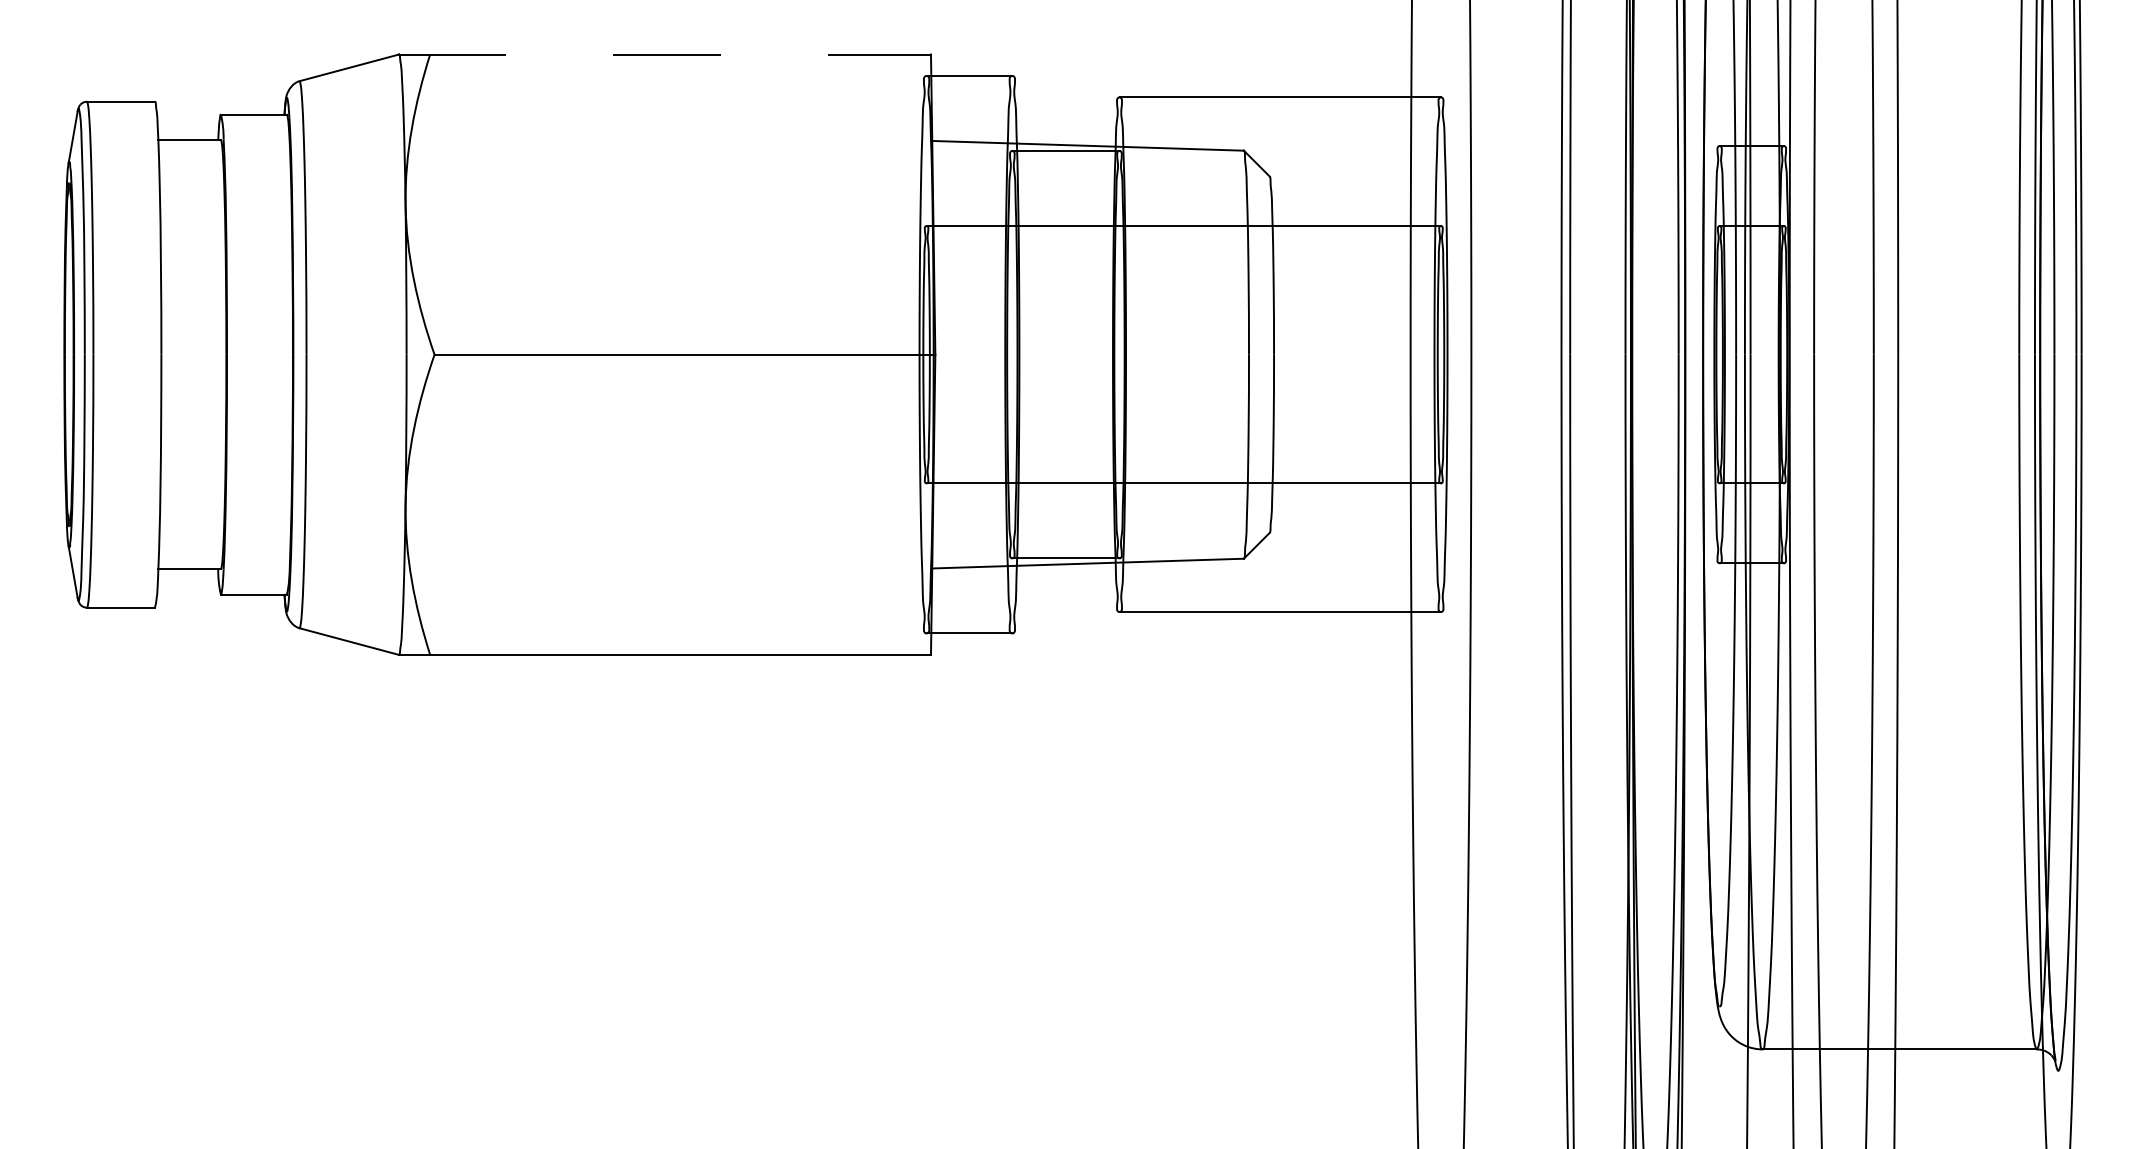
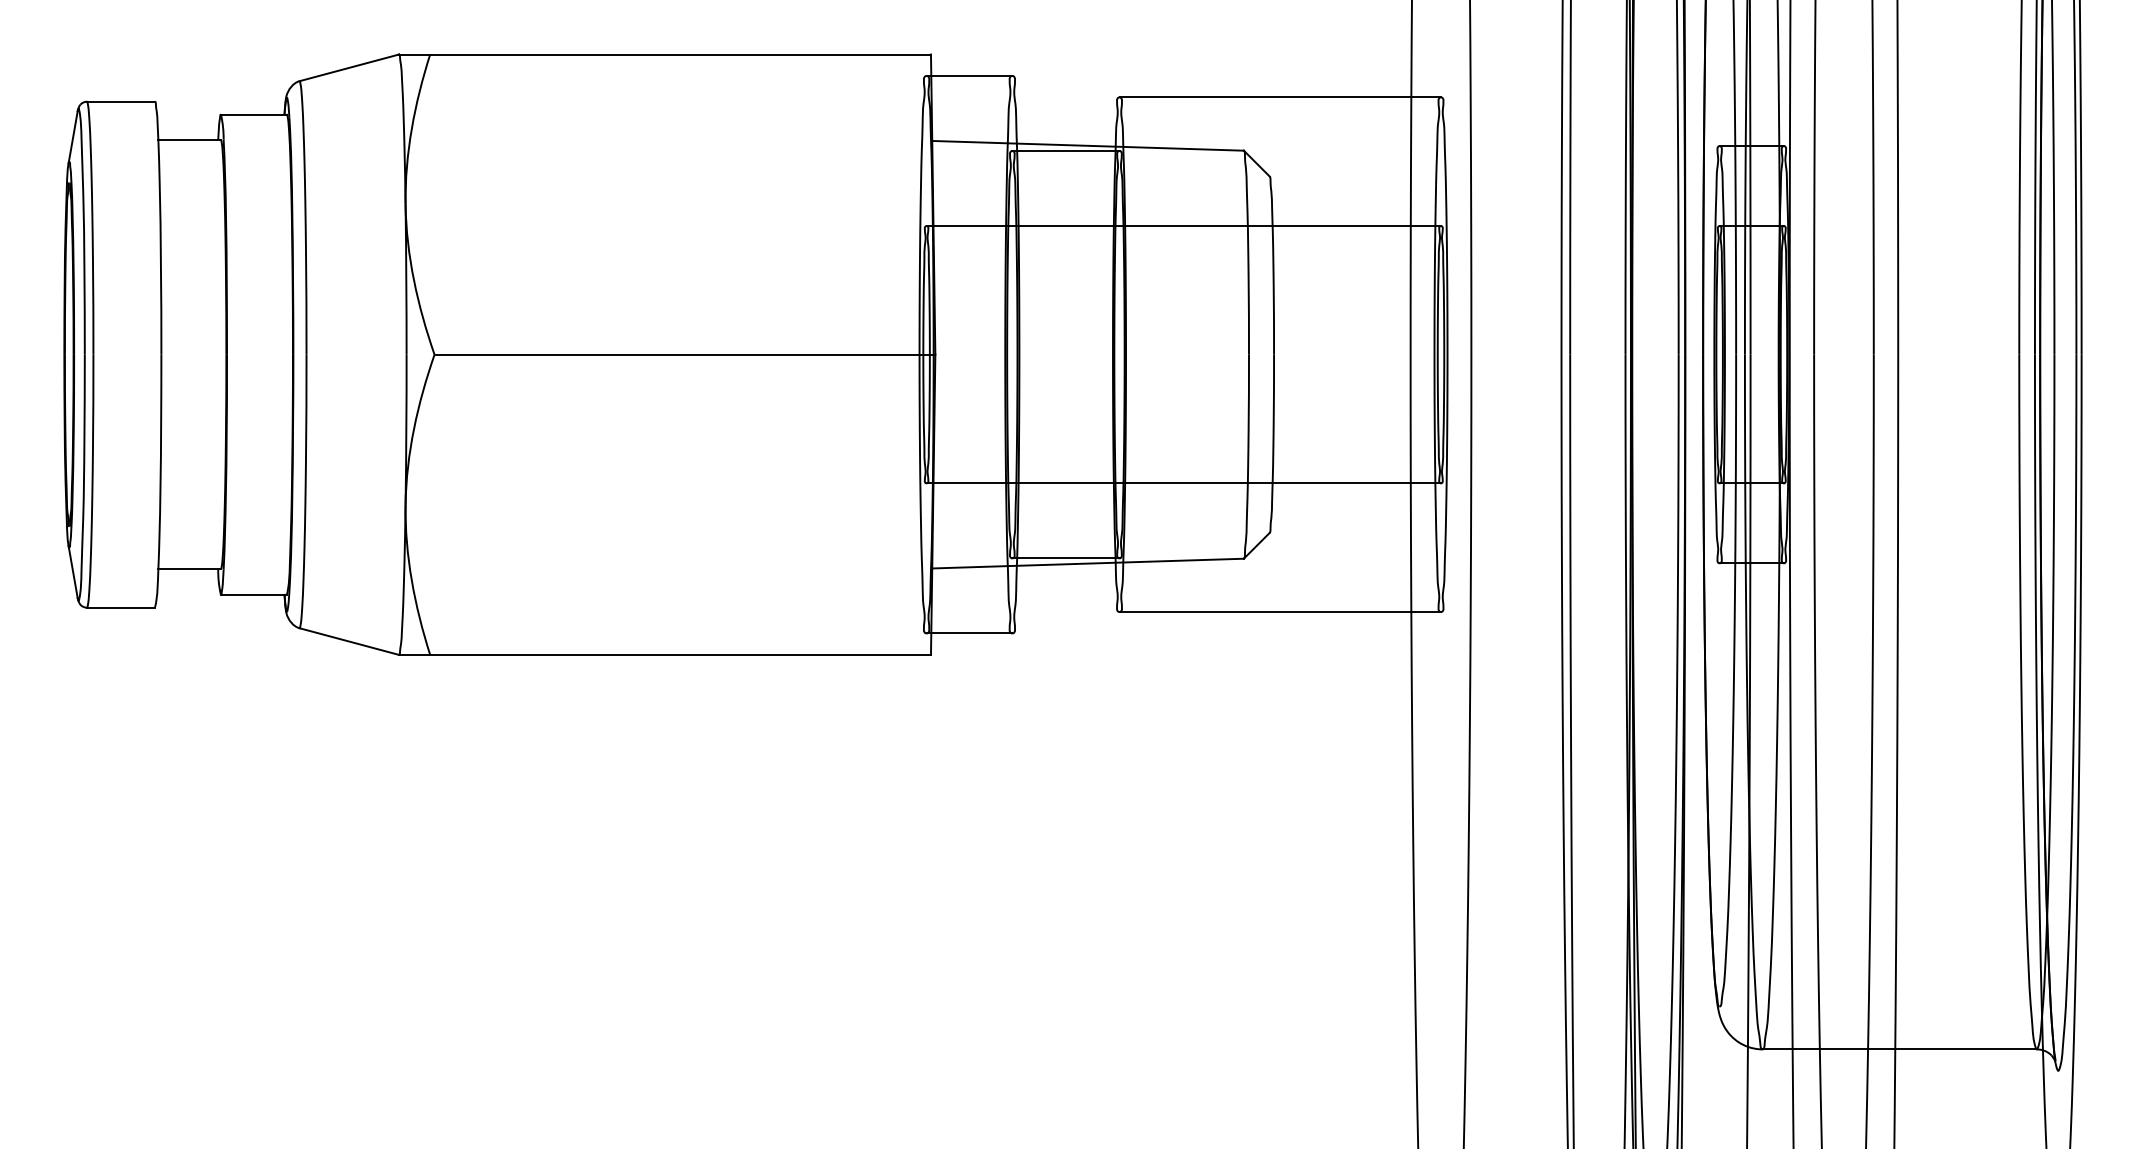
line at (664, 54): dashed -> solid
